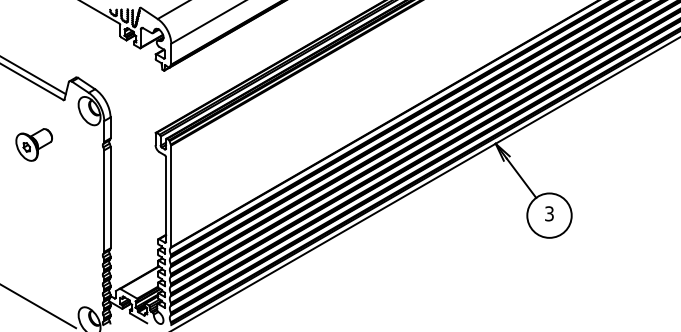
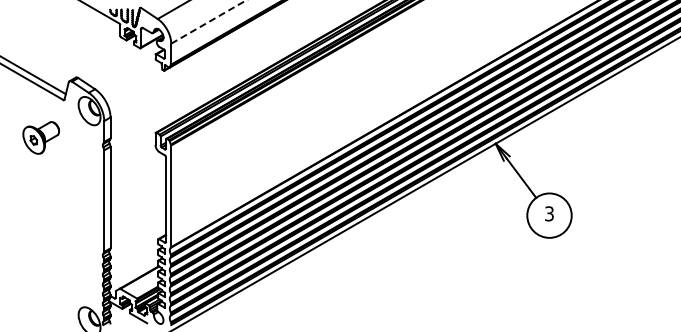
line at (209, 21): solid -> dashed
part at (33, 144) position: (33, 144) -> (40, 137)
line at (39, 306): present -> none
